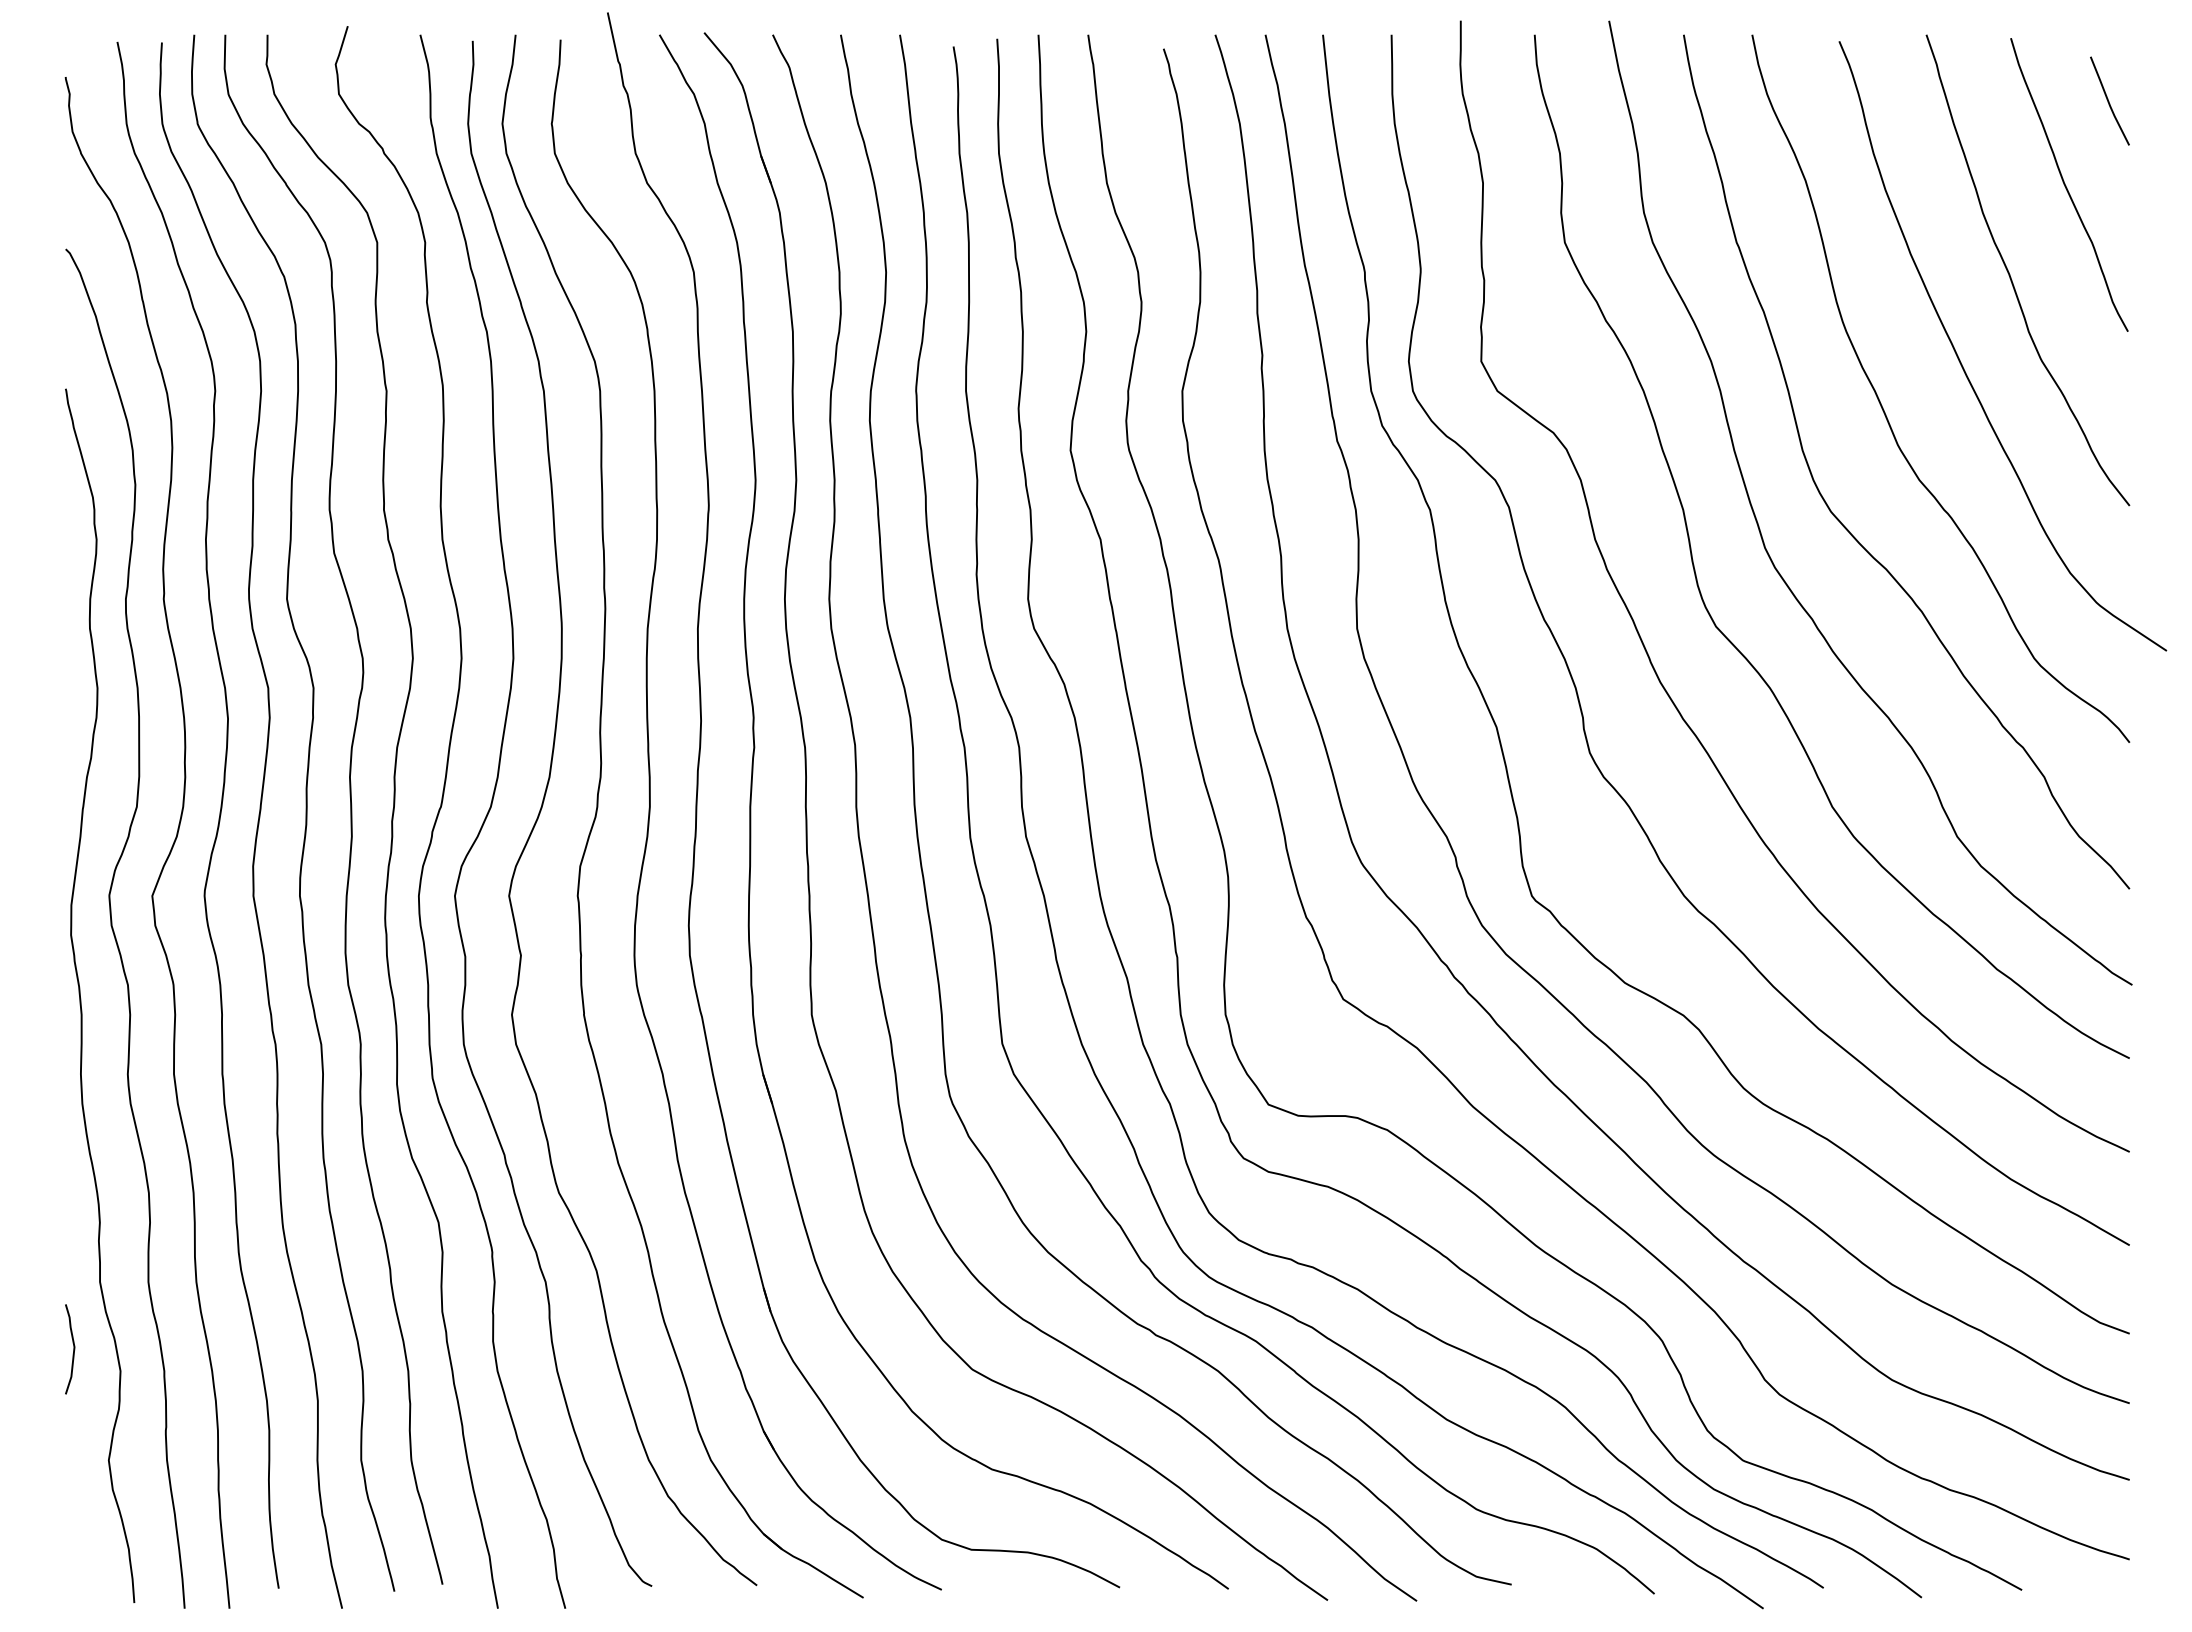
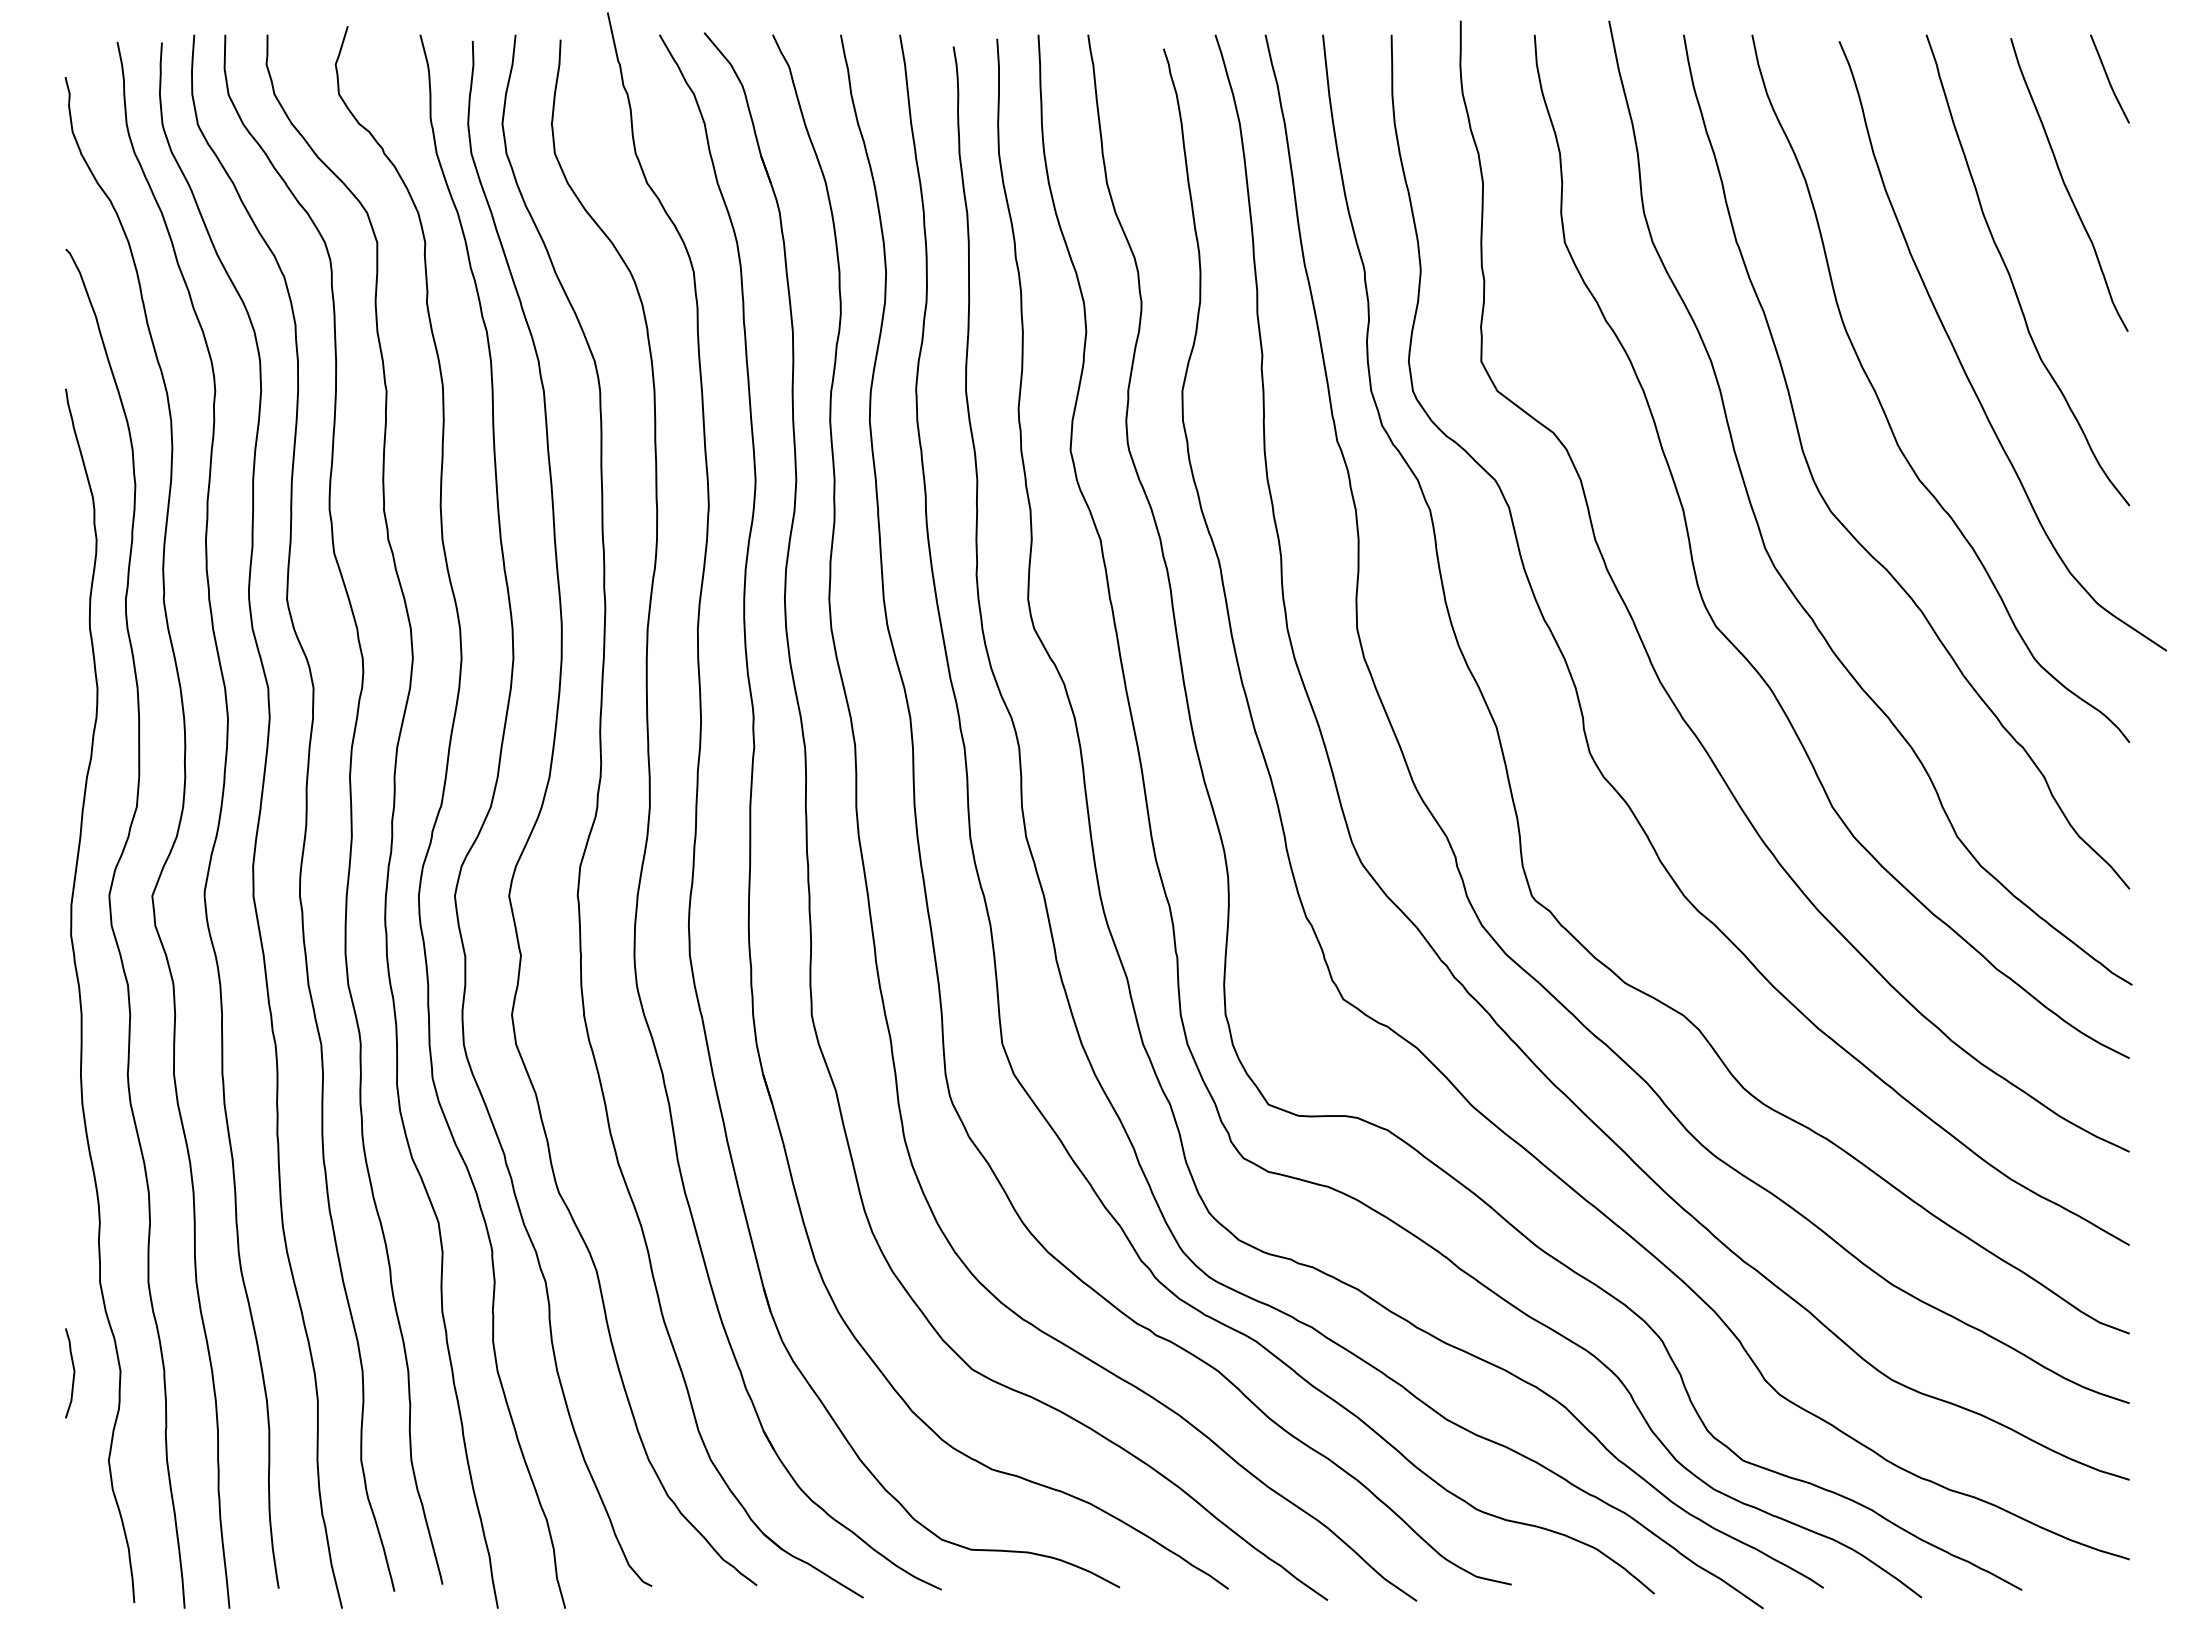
line at (2108, 100) position: (2108, 100) -> (2108, 78)
curve at (73, 1349) position: (73, 1349) -> (73, 1373)
